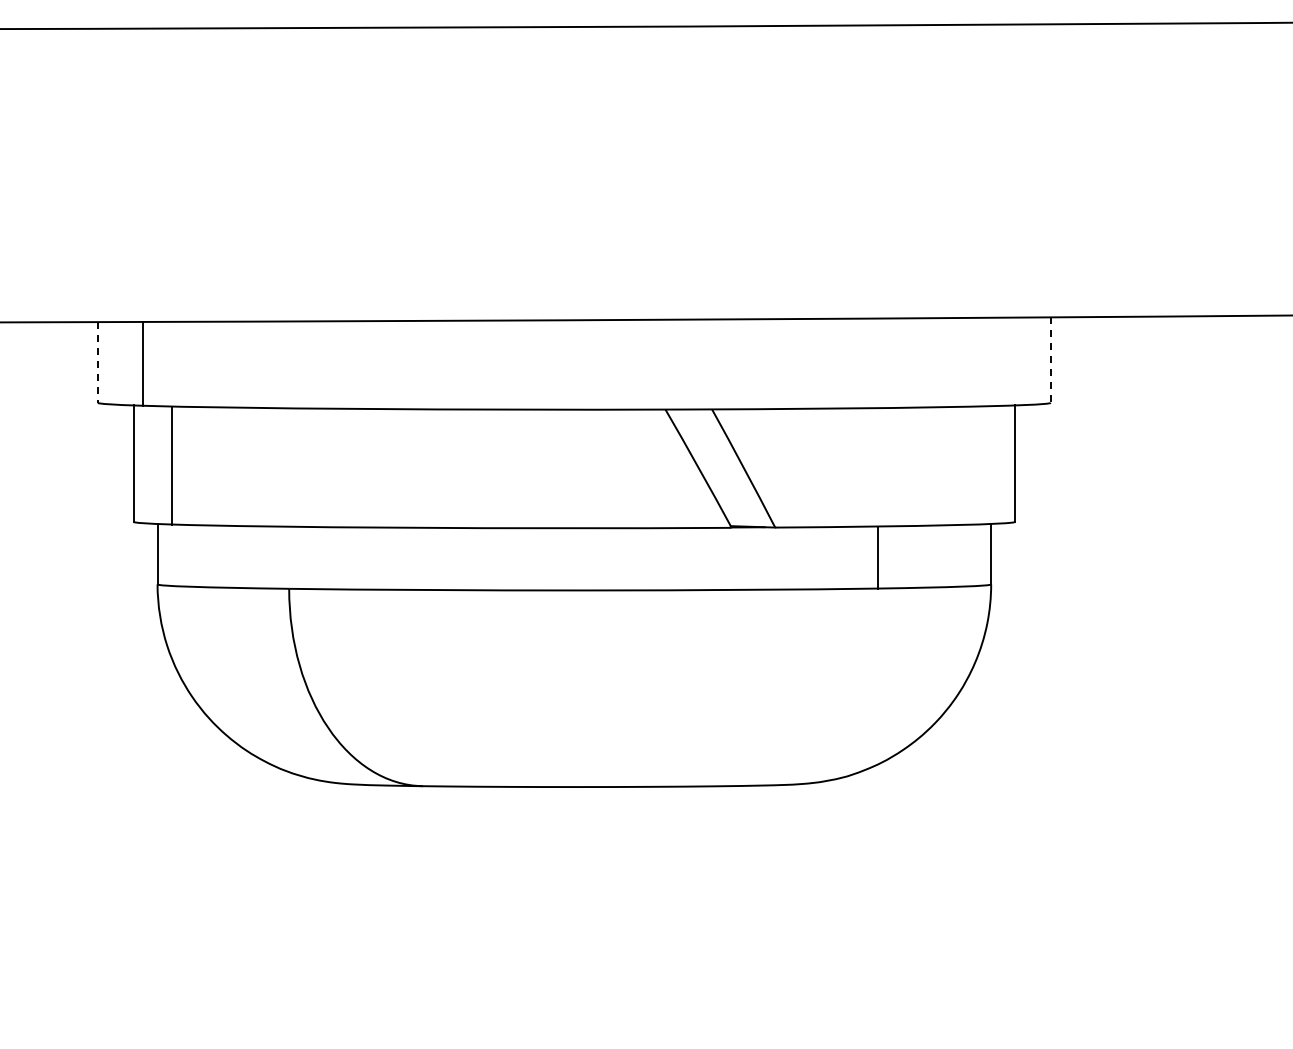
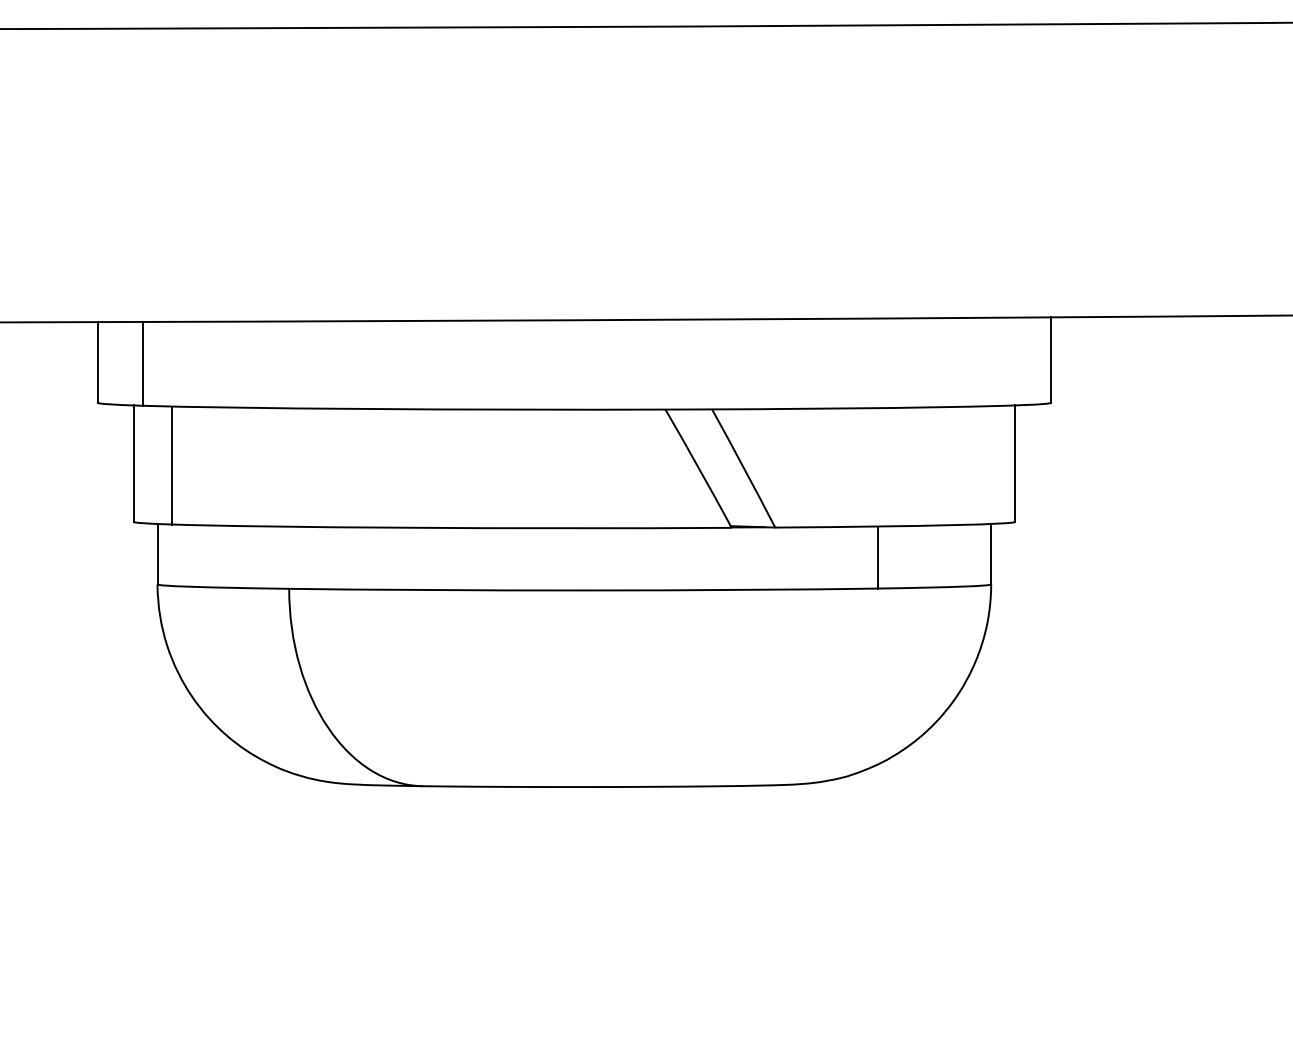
line at (1050, 360): dashed -> solid
line at (98, 363): dashed -> solid
